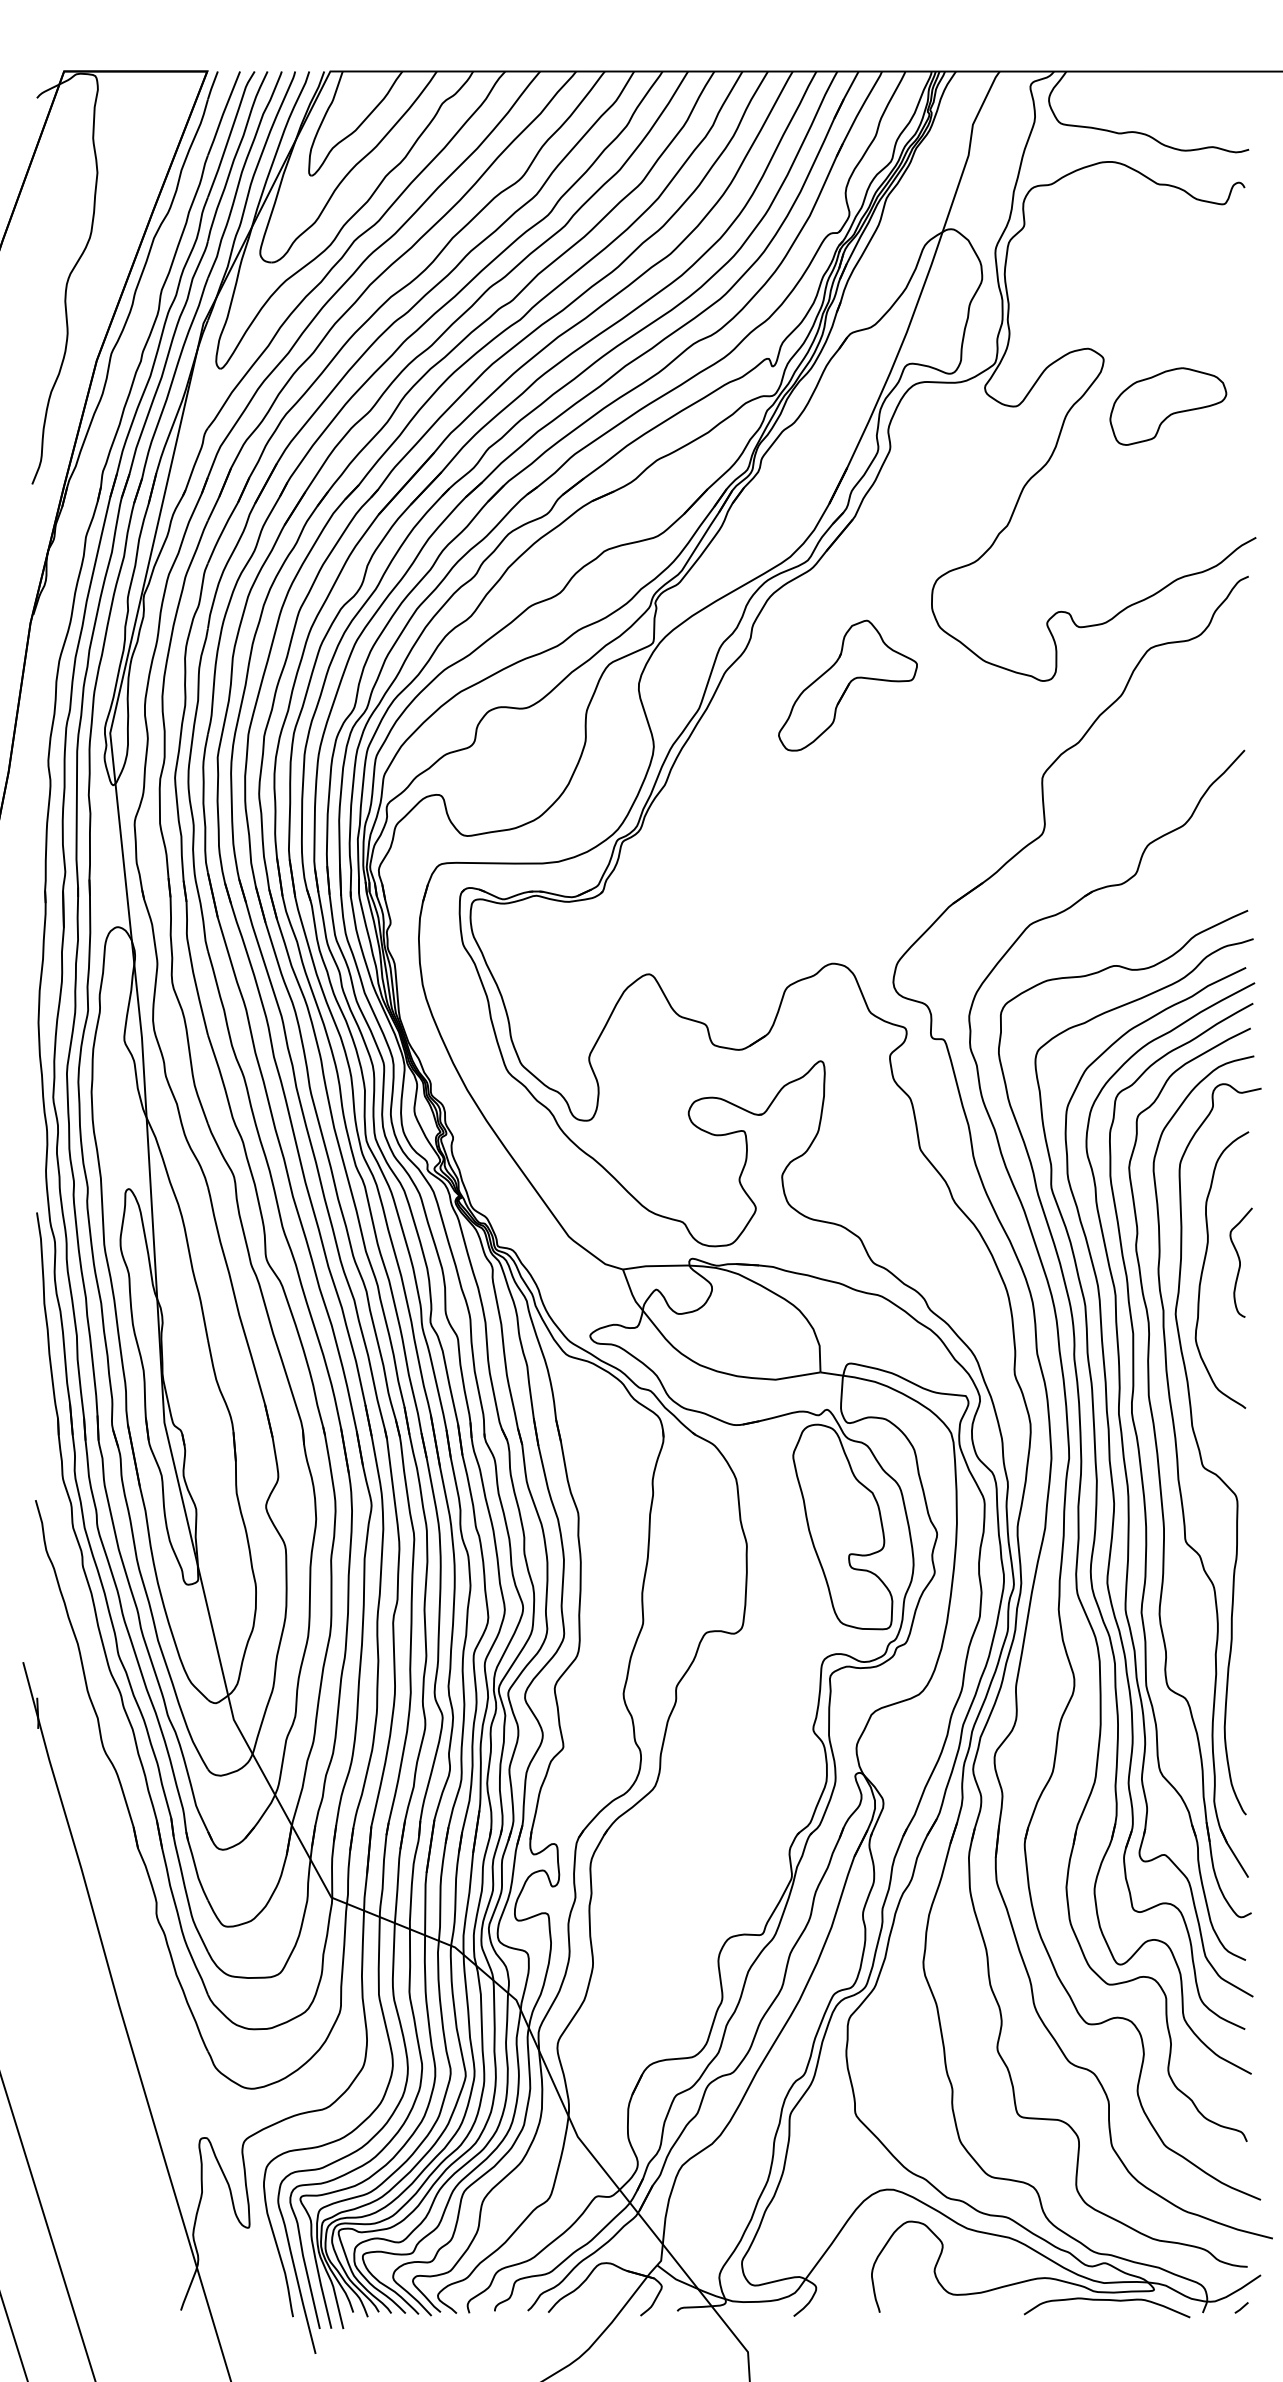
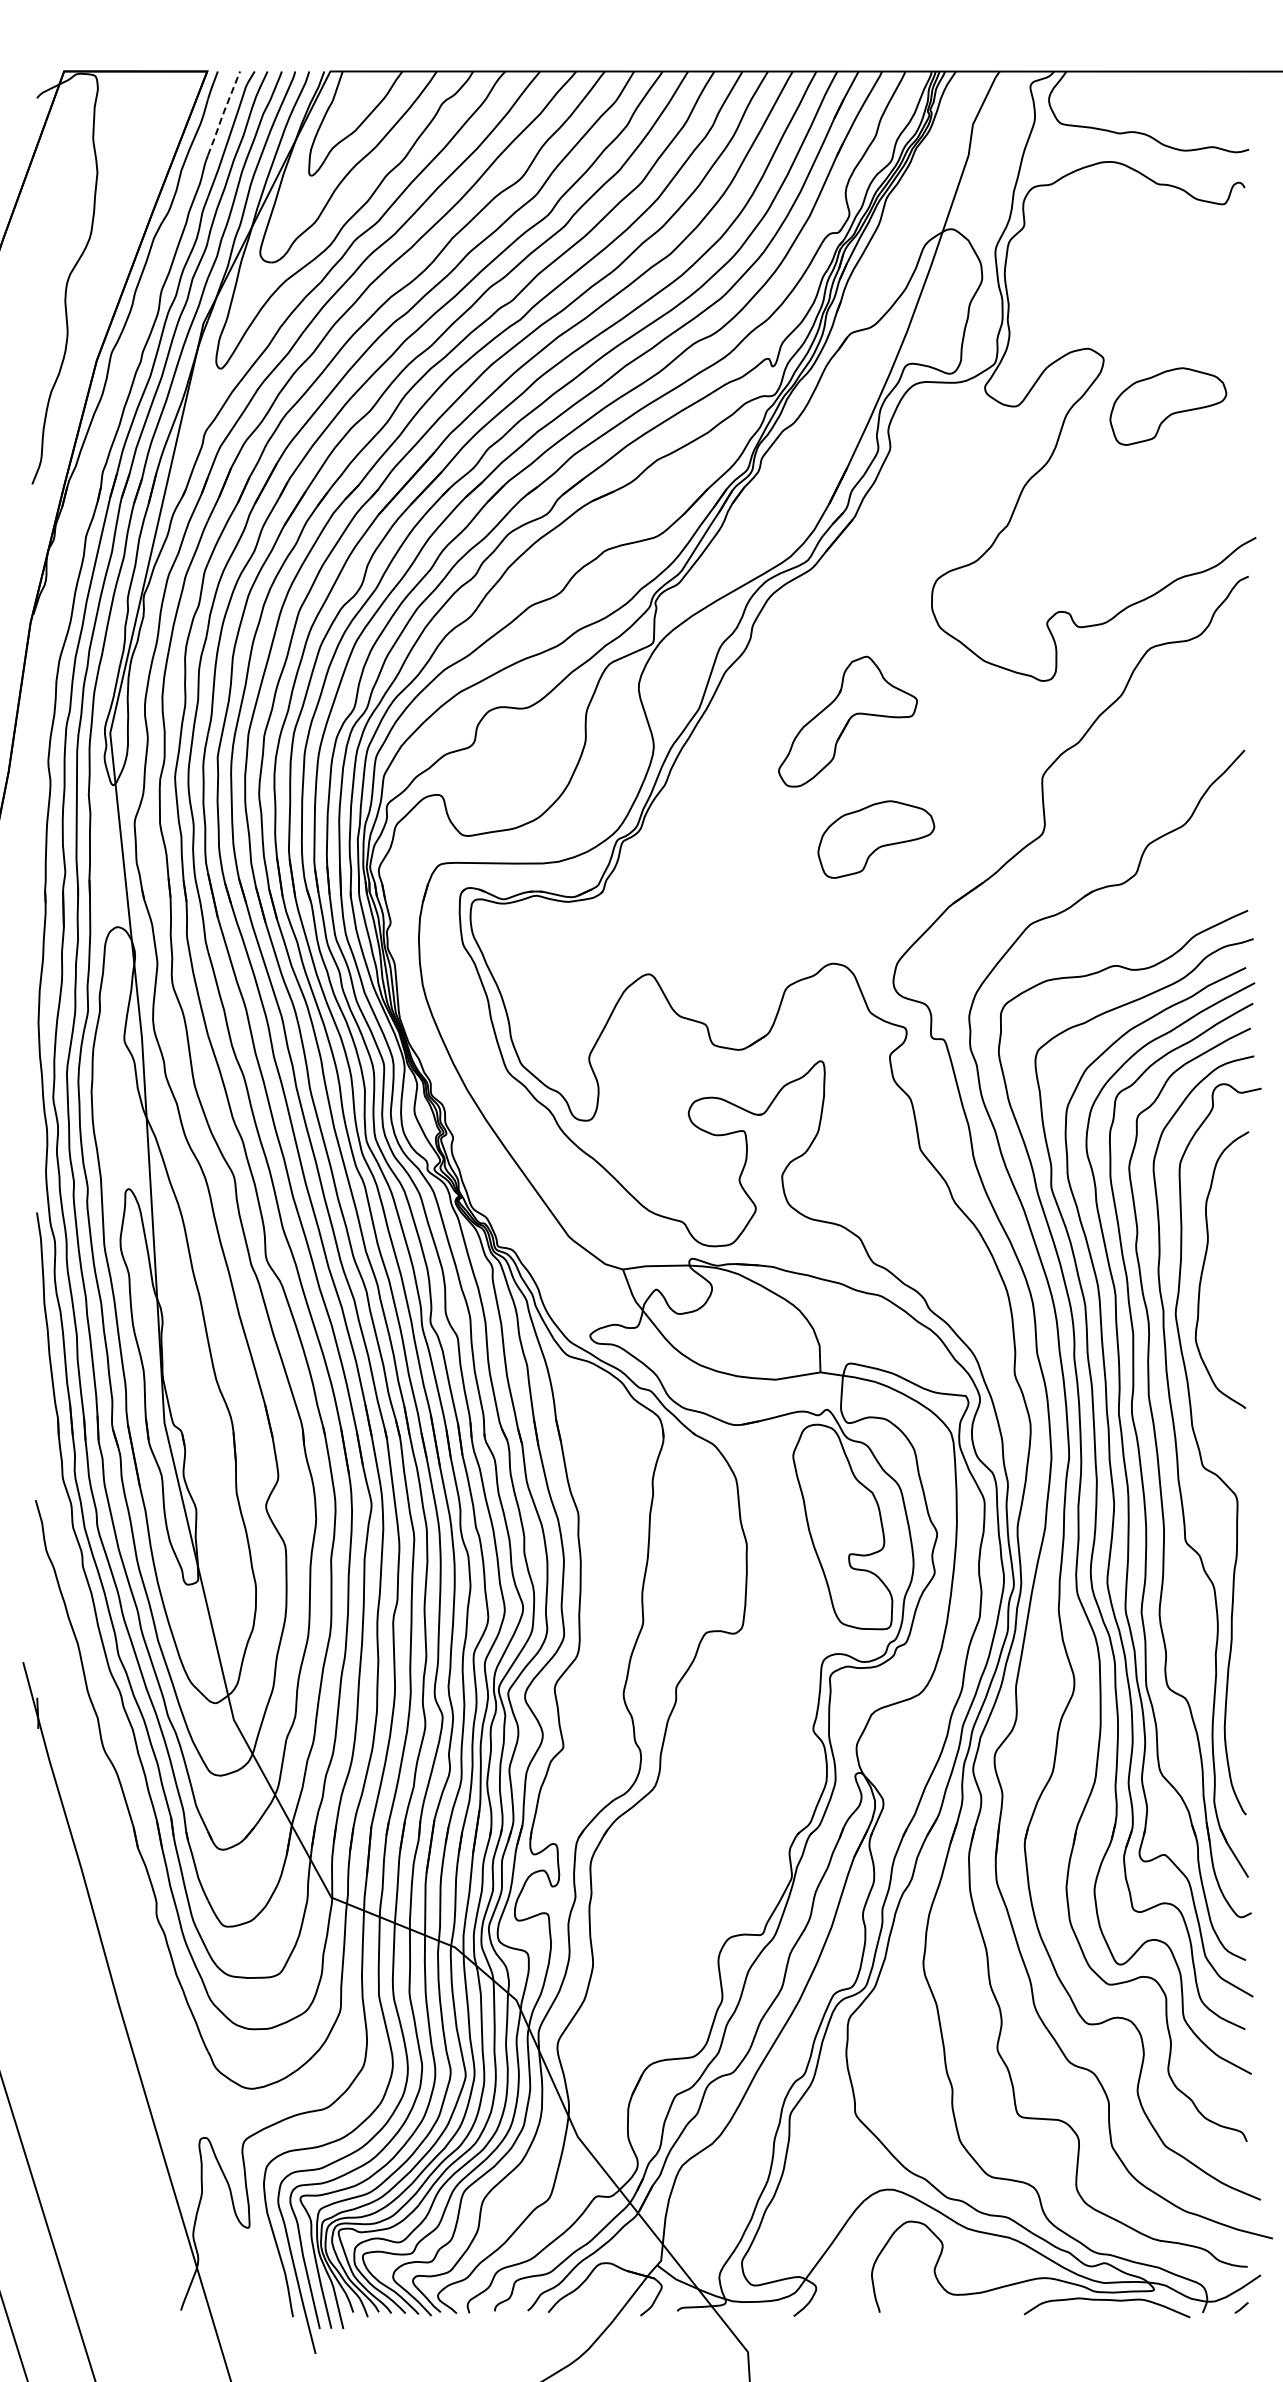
line at (223, 113): solid -> dashed
part at (847, 685) position: (847, 685) -> (847, 721)
part at (876, 839): none -> present
curve at (1240, 1262): present -> none
